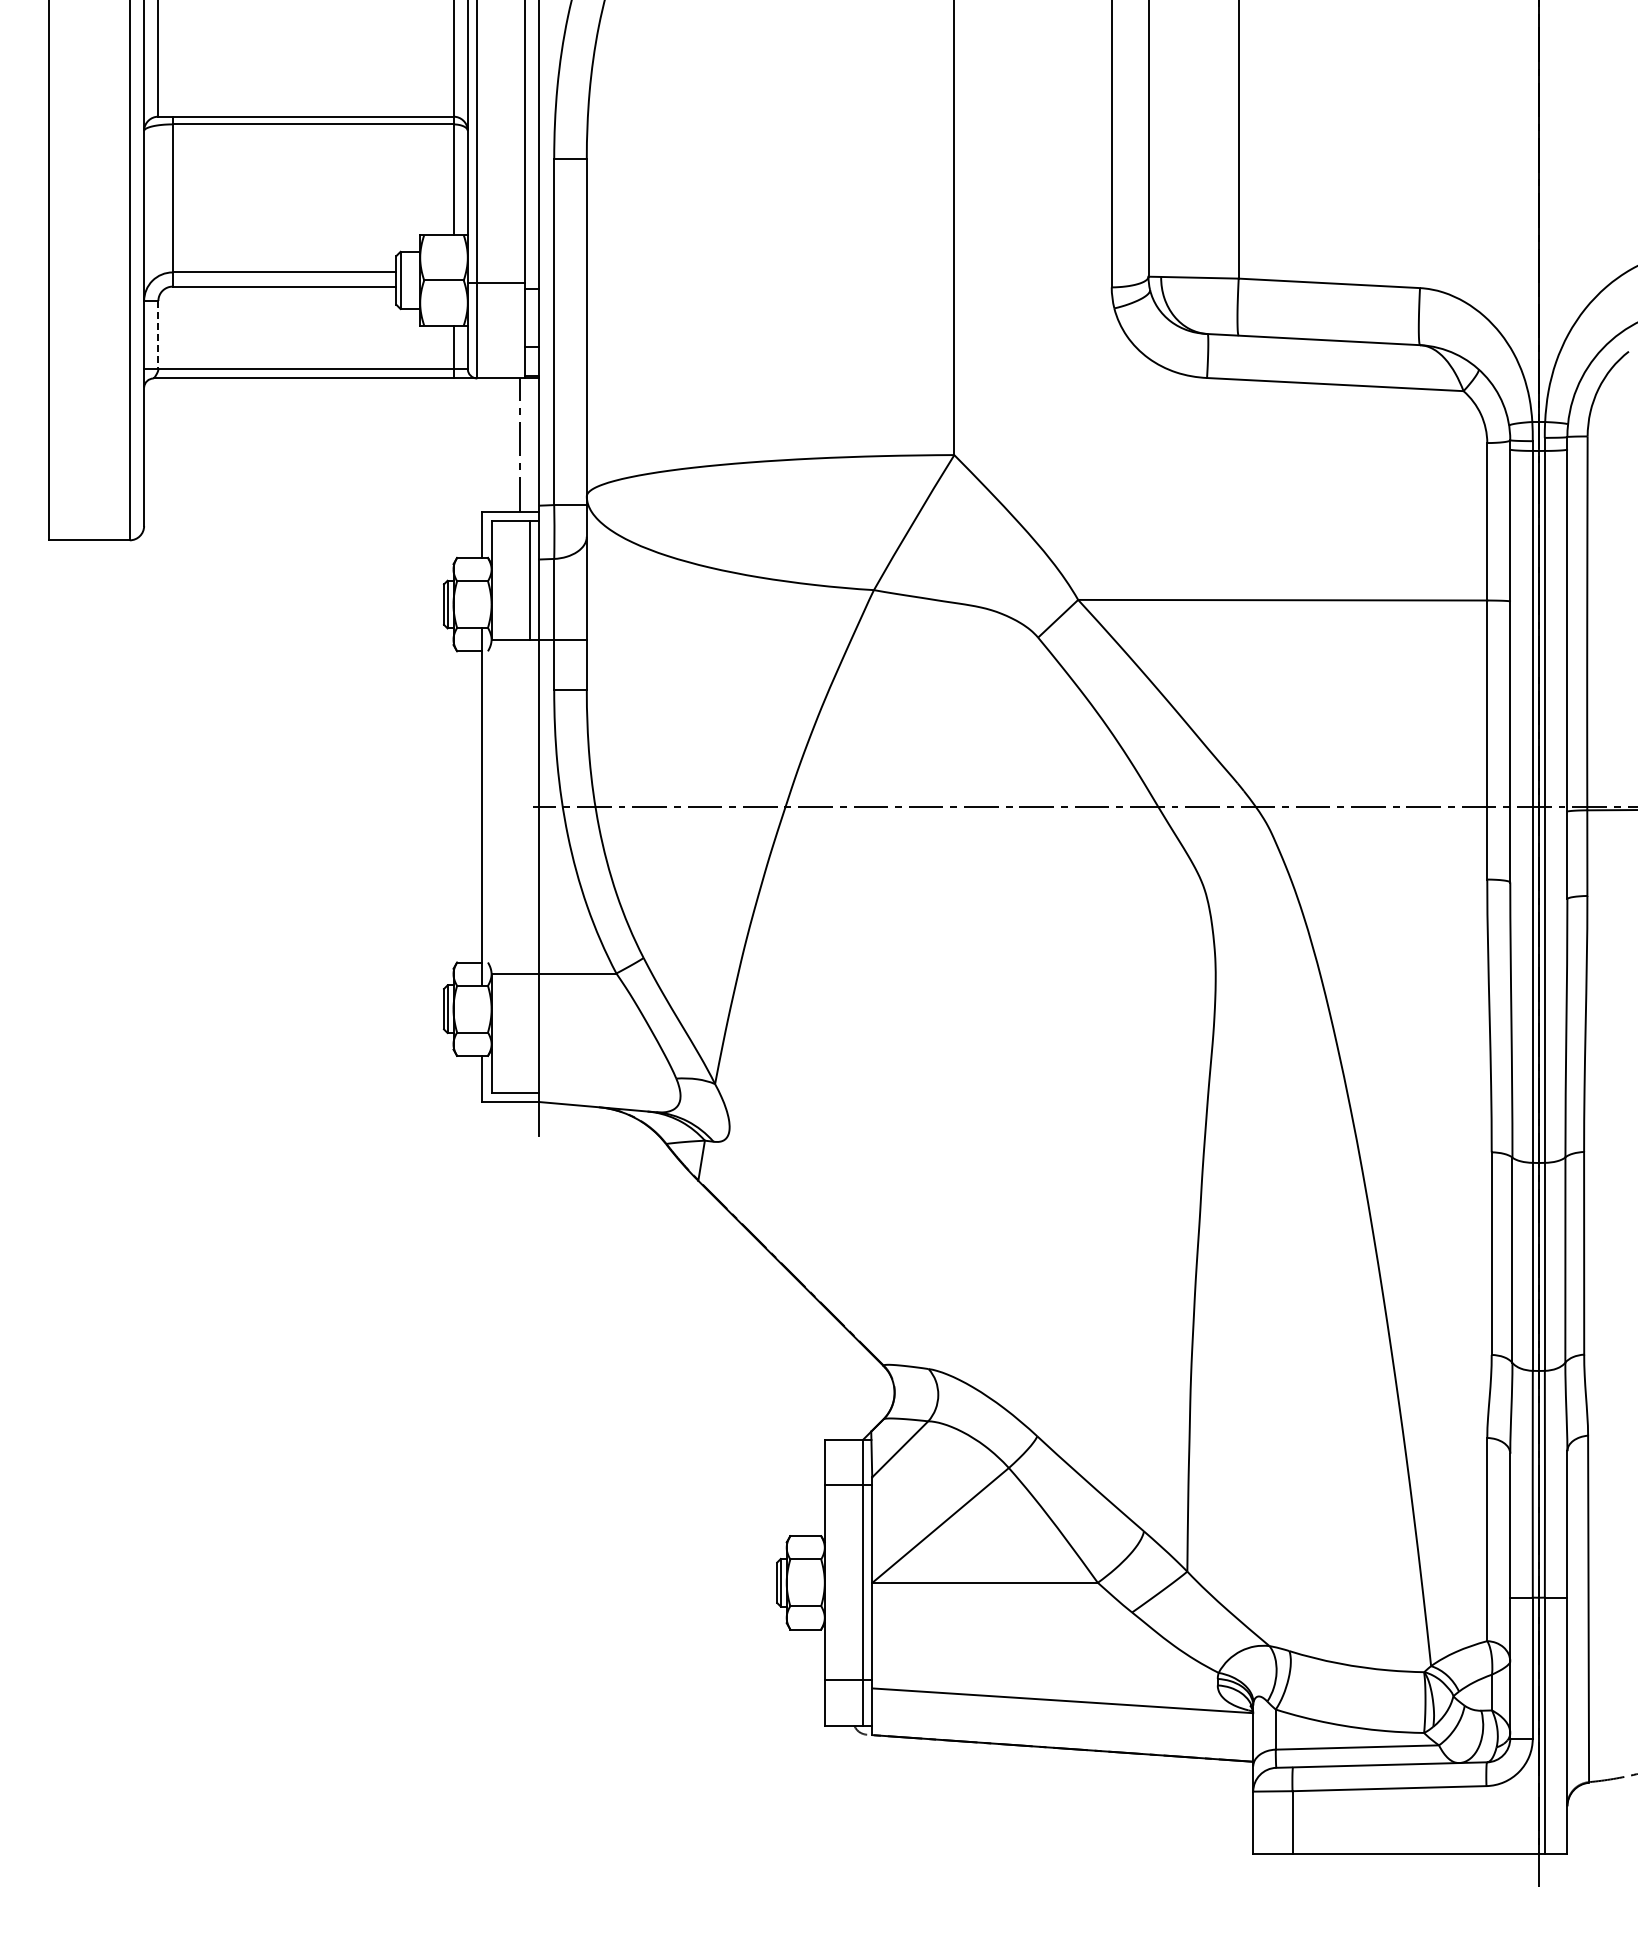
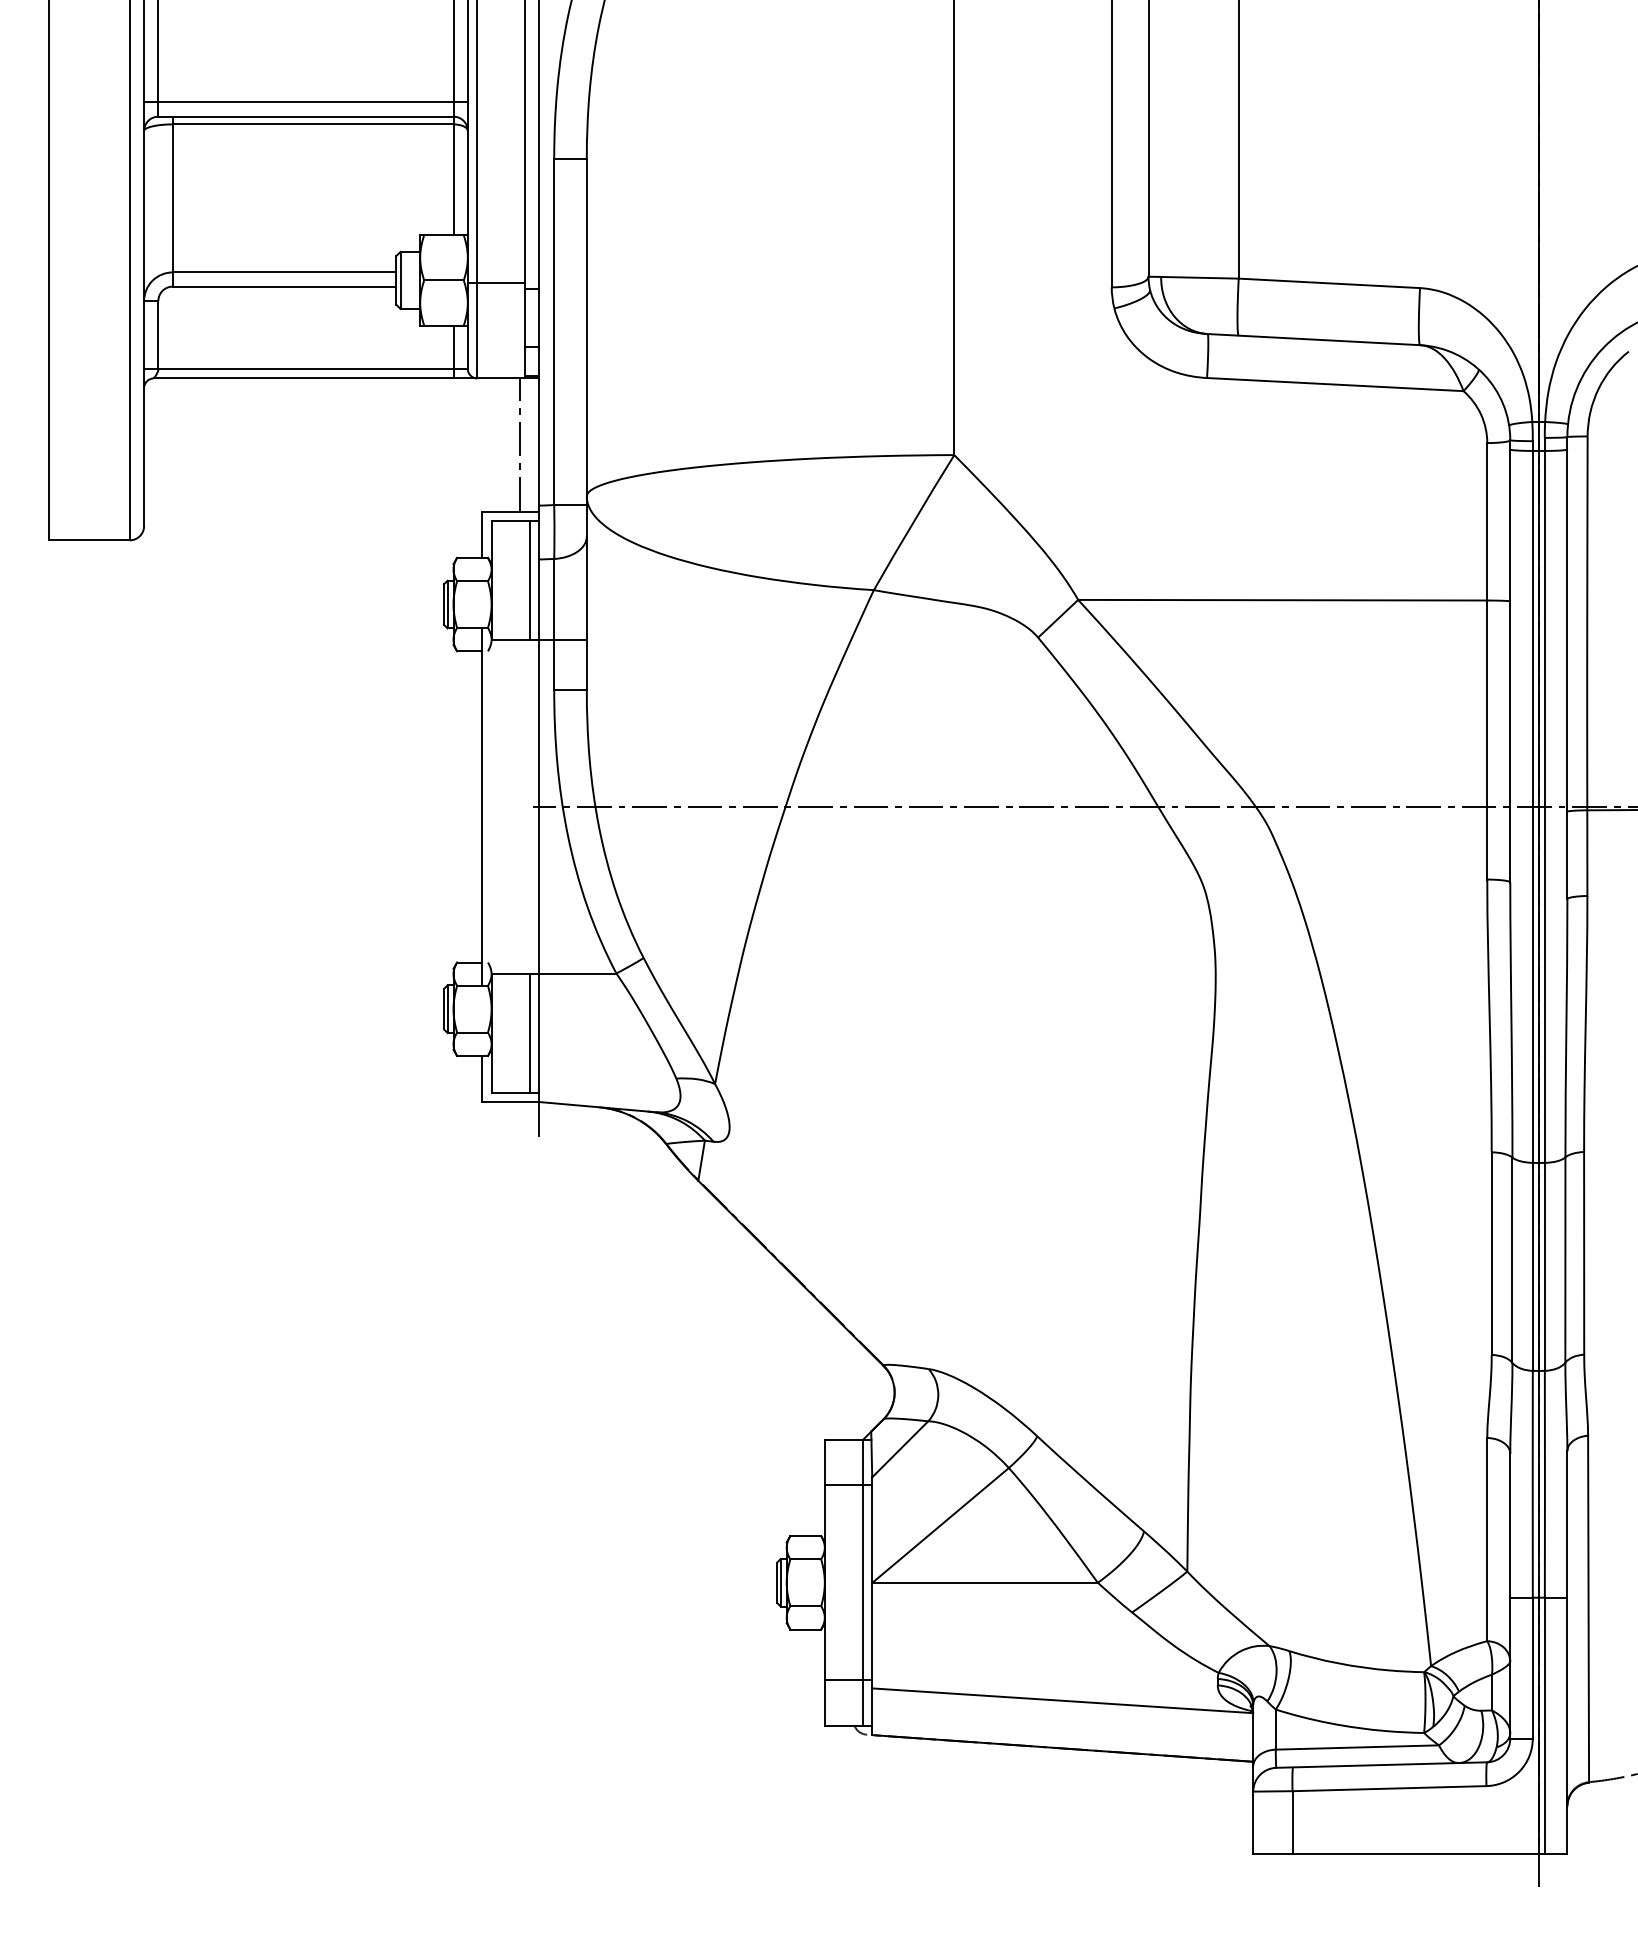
line at (305, 102): none -> present
line at (158, 334): dashed -> solid
line at (529, 1032): none -> present
